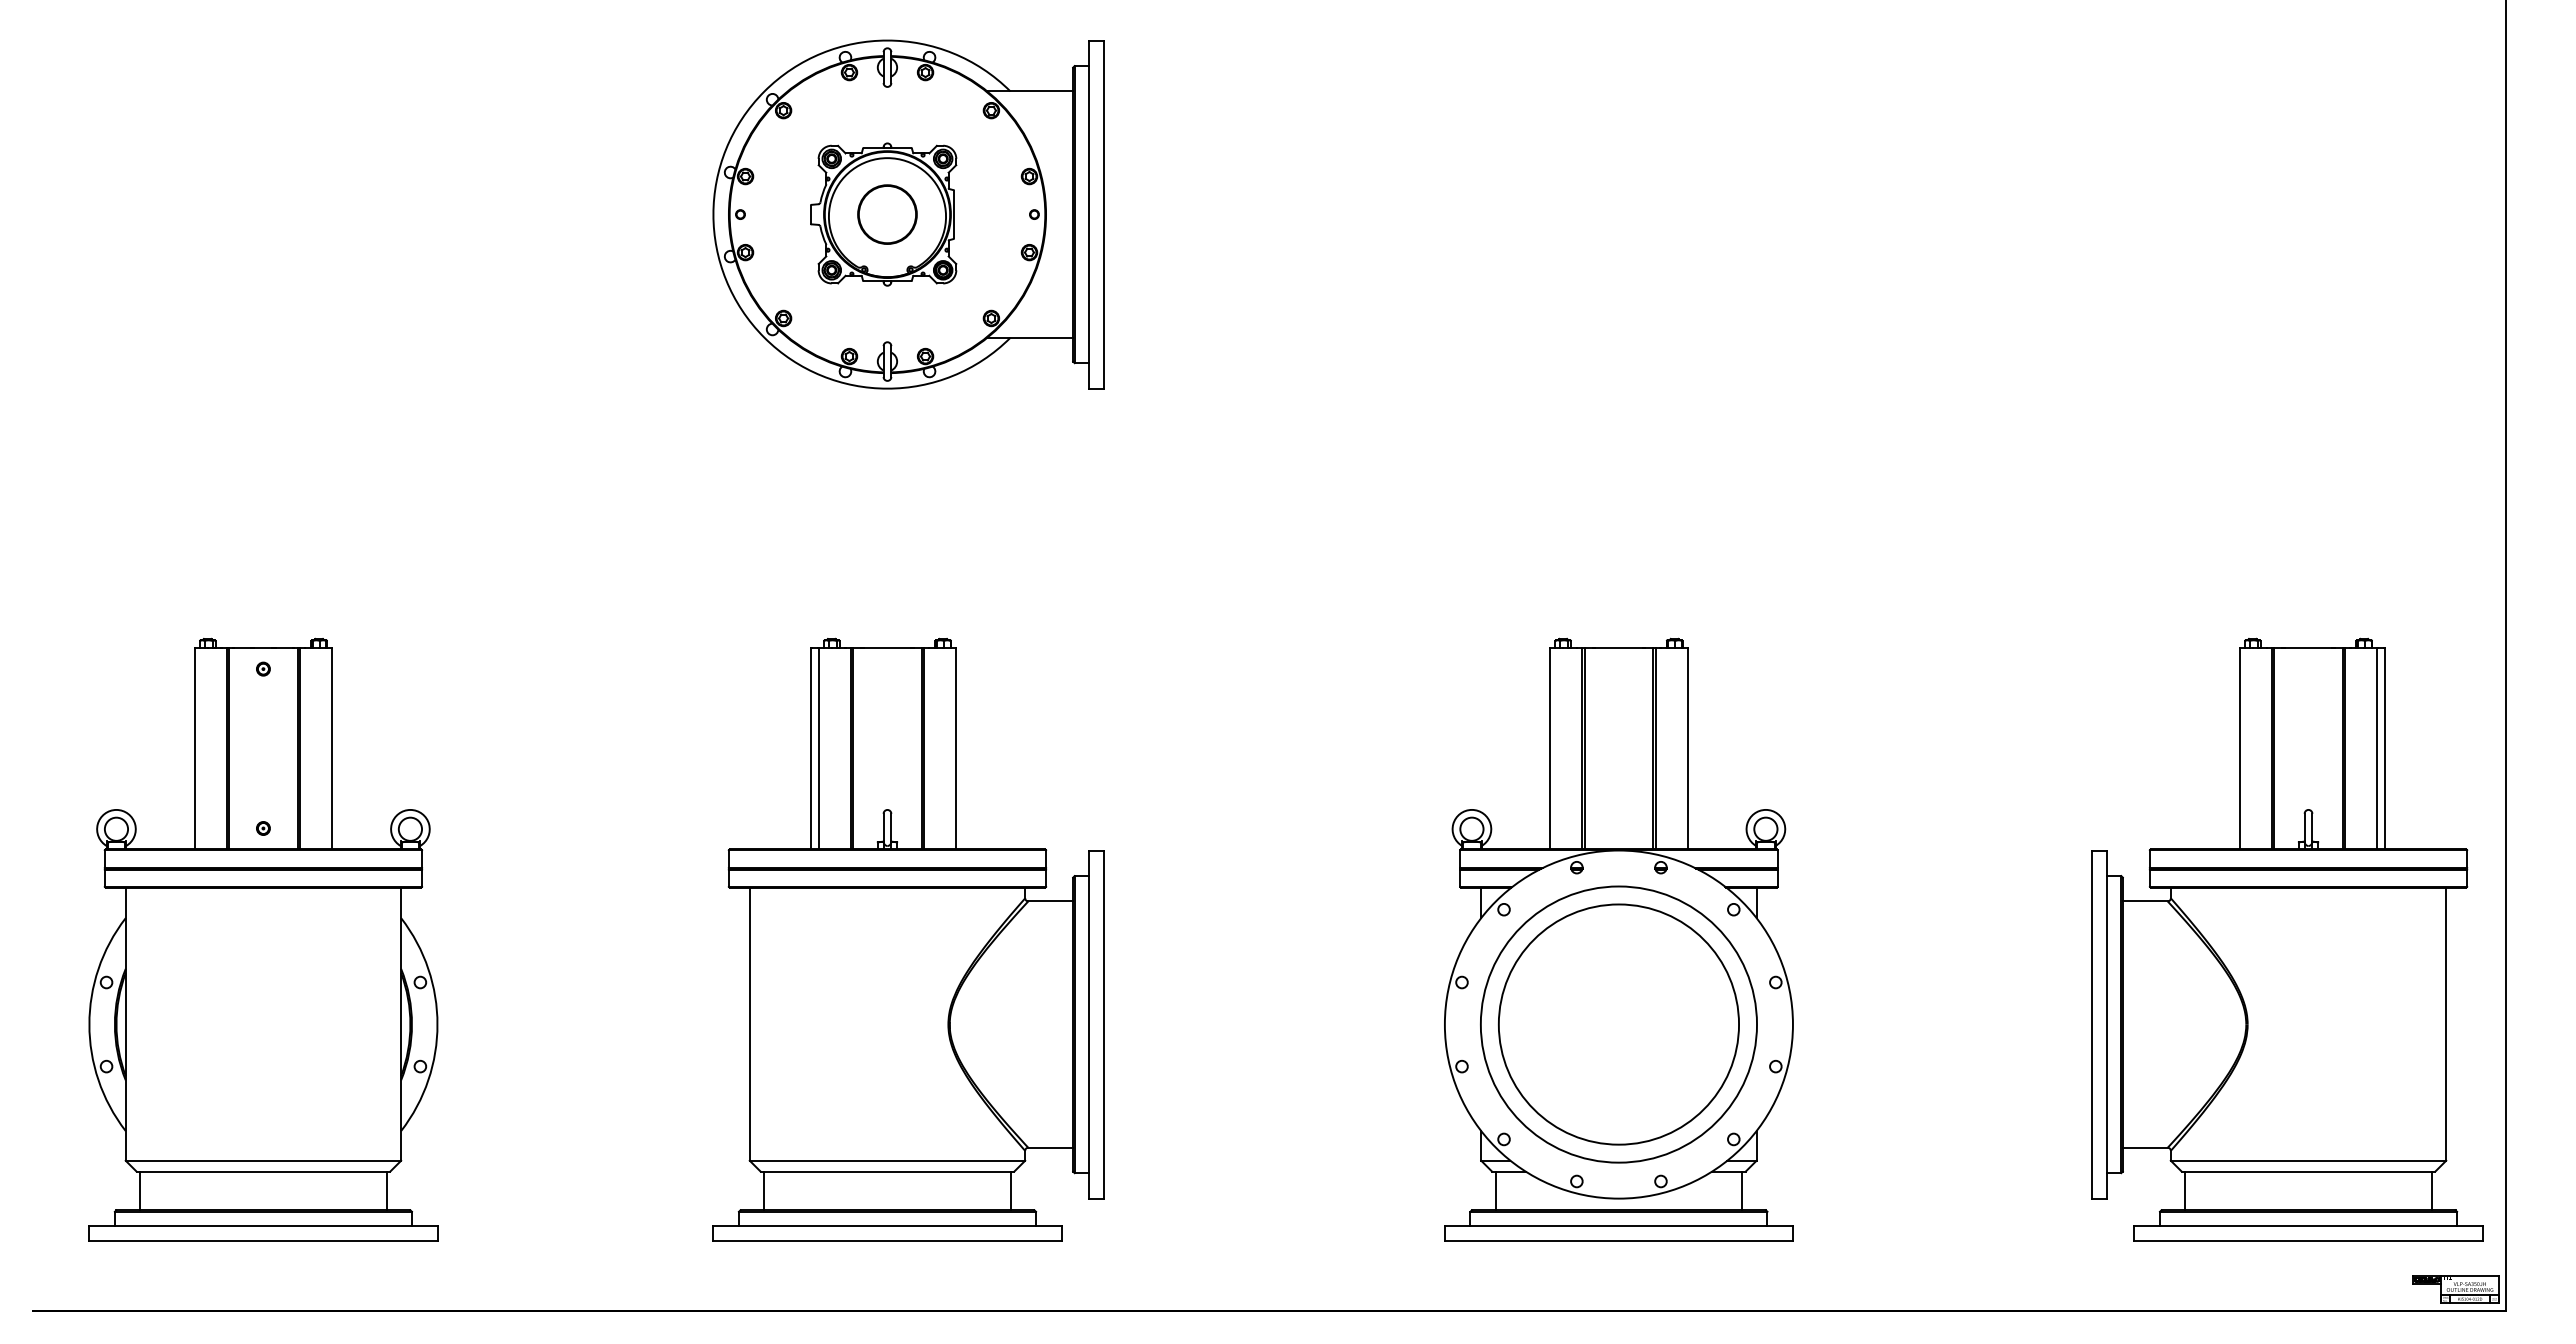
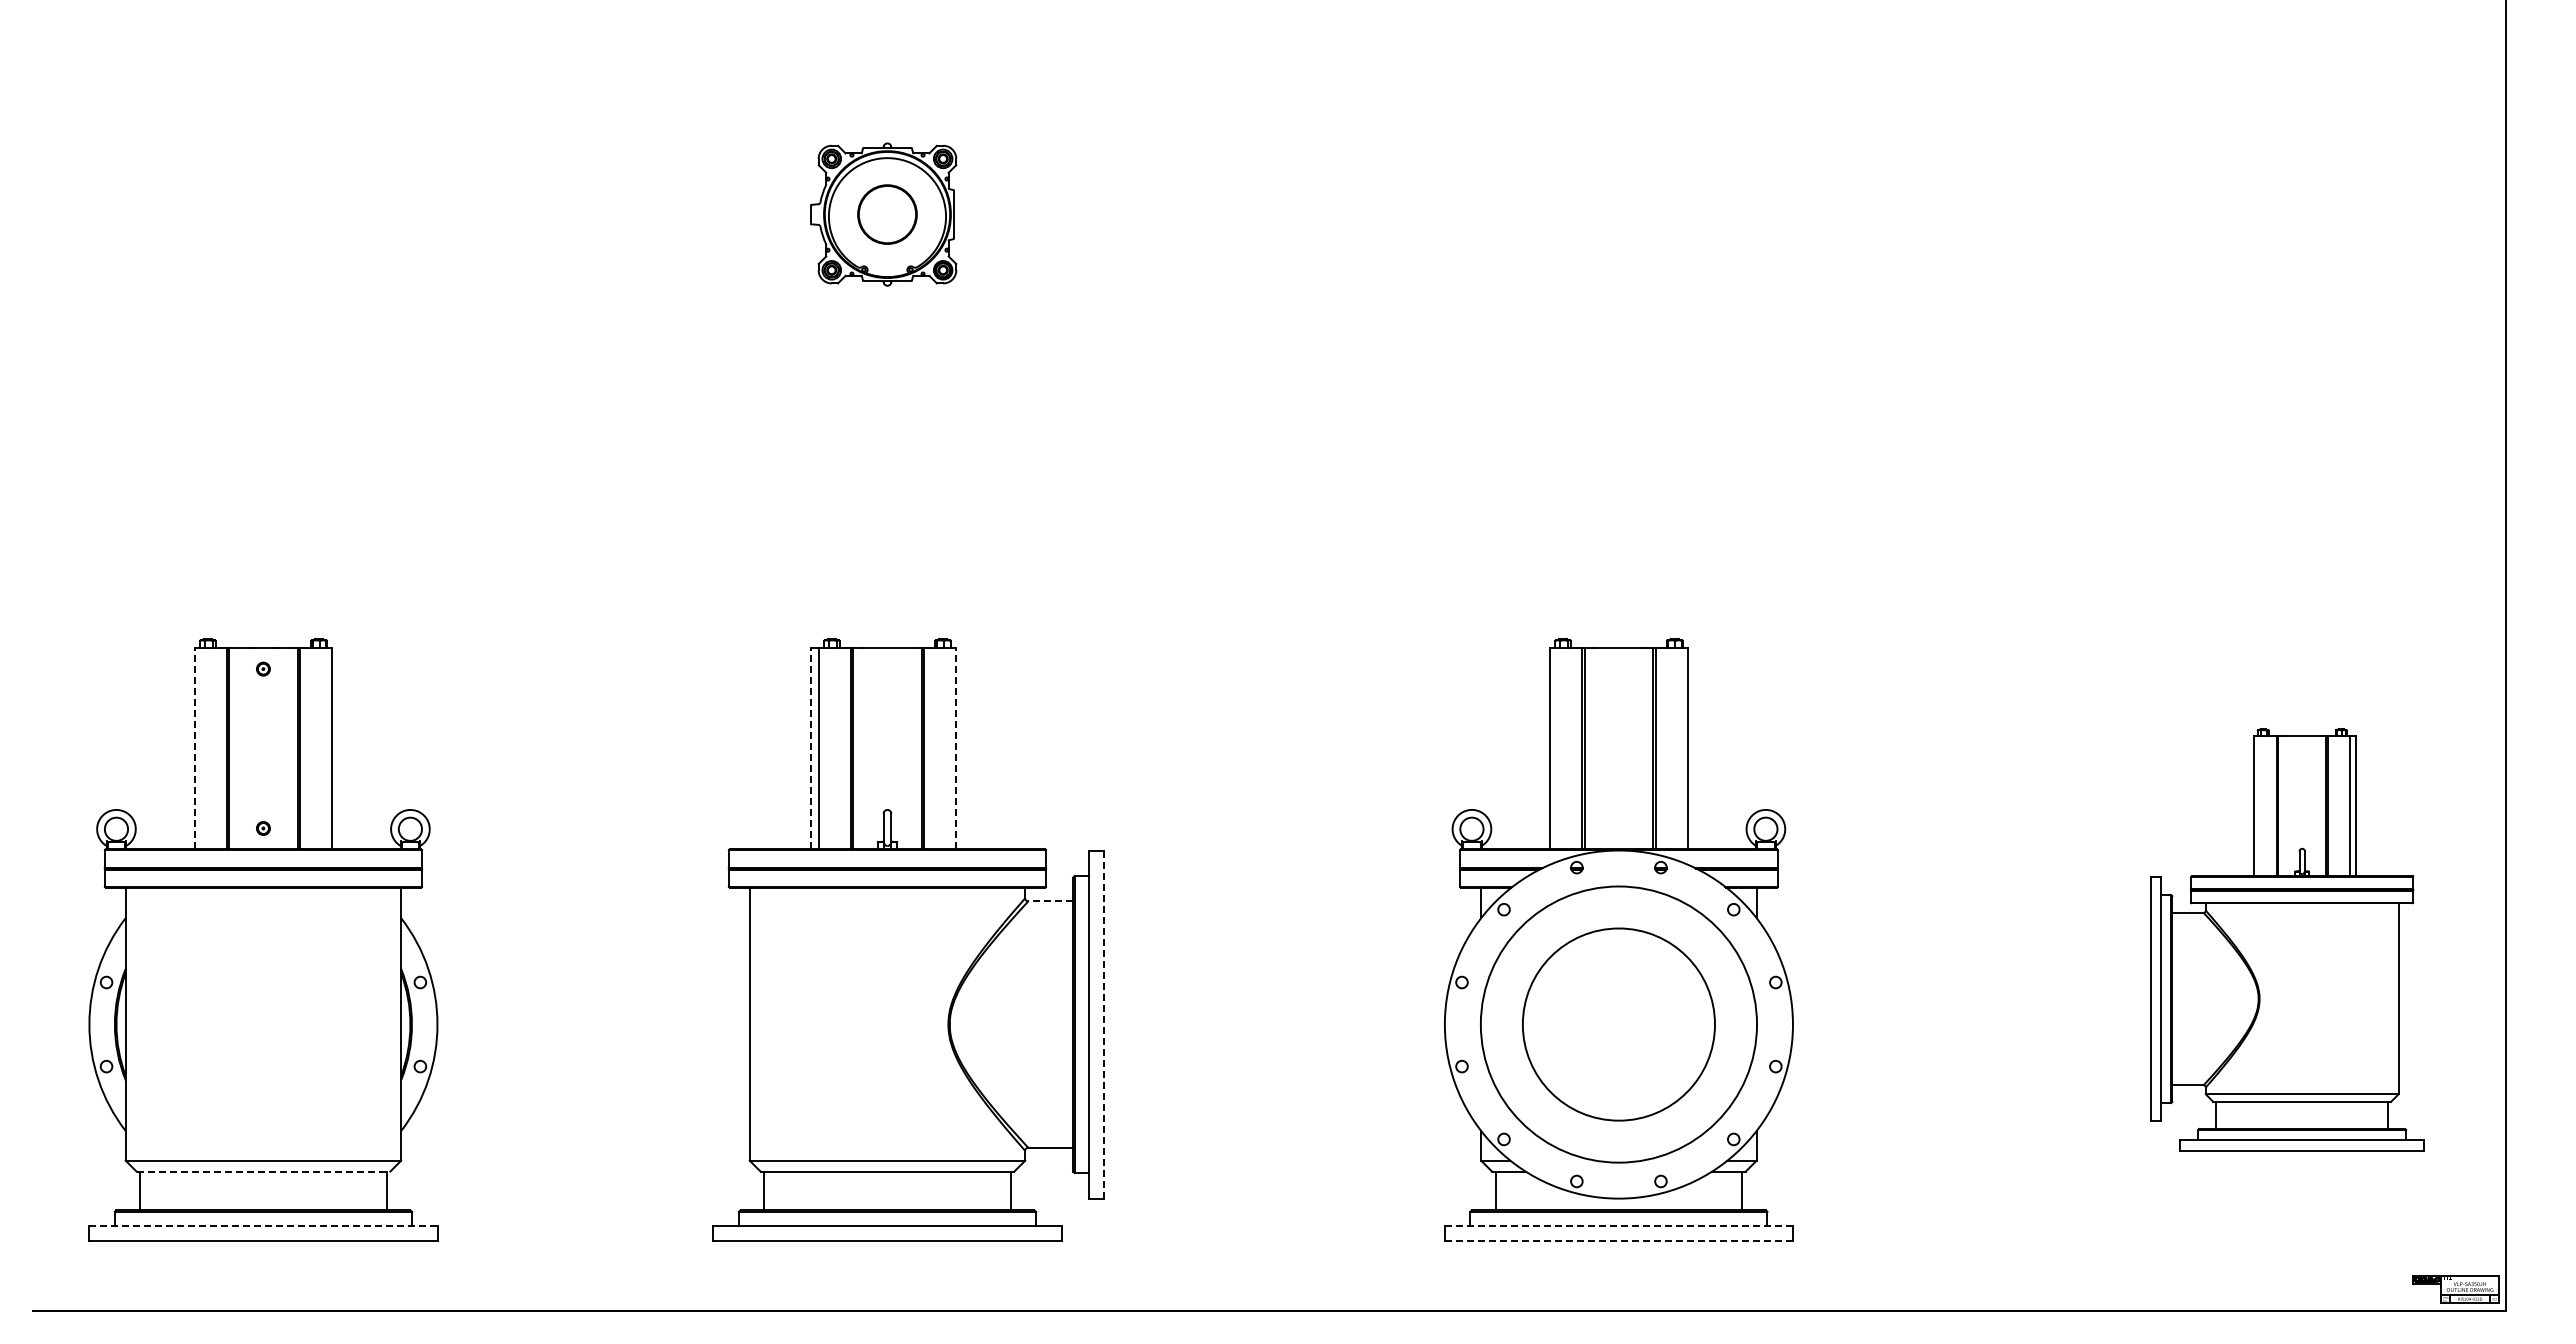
part at (908, 214): present -> none
line at (194, 748): solid -> dashed
line at (810, 748): solid -> dashed
line at (956, 748): solid -> dashed
line at (1050, 901): solid -> dashed
part at (2287, 939) size: 393x605 px -> 275x424 px
line at (1104, 1024): solid -> dashed
circle at (1618, 1024) diameter: 240 px -> 192 px
line at (263, 1171): solid -> dashed
line at (263, 1225): solid -> dashed
line at (1619, 1225): solid -> dashed
line at (1619, 1241): solid -> dashed
